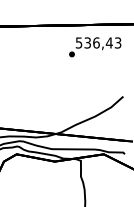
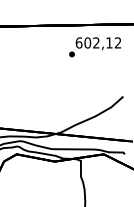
text at (98, 42): 536,43 -> 602,12
